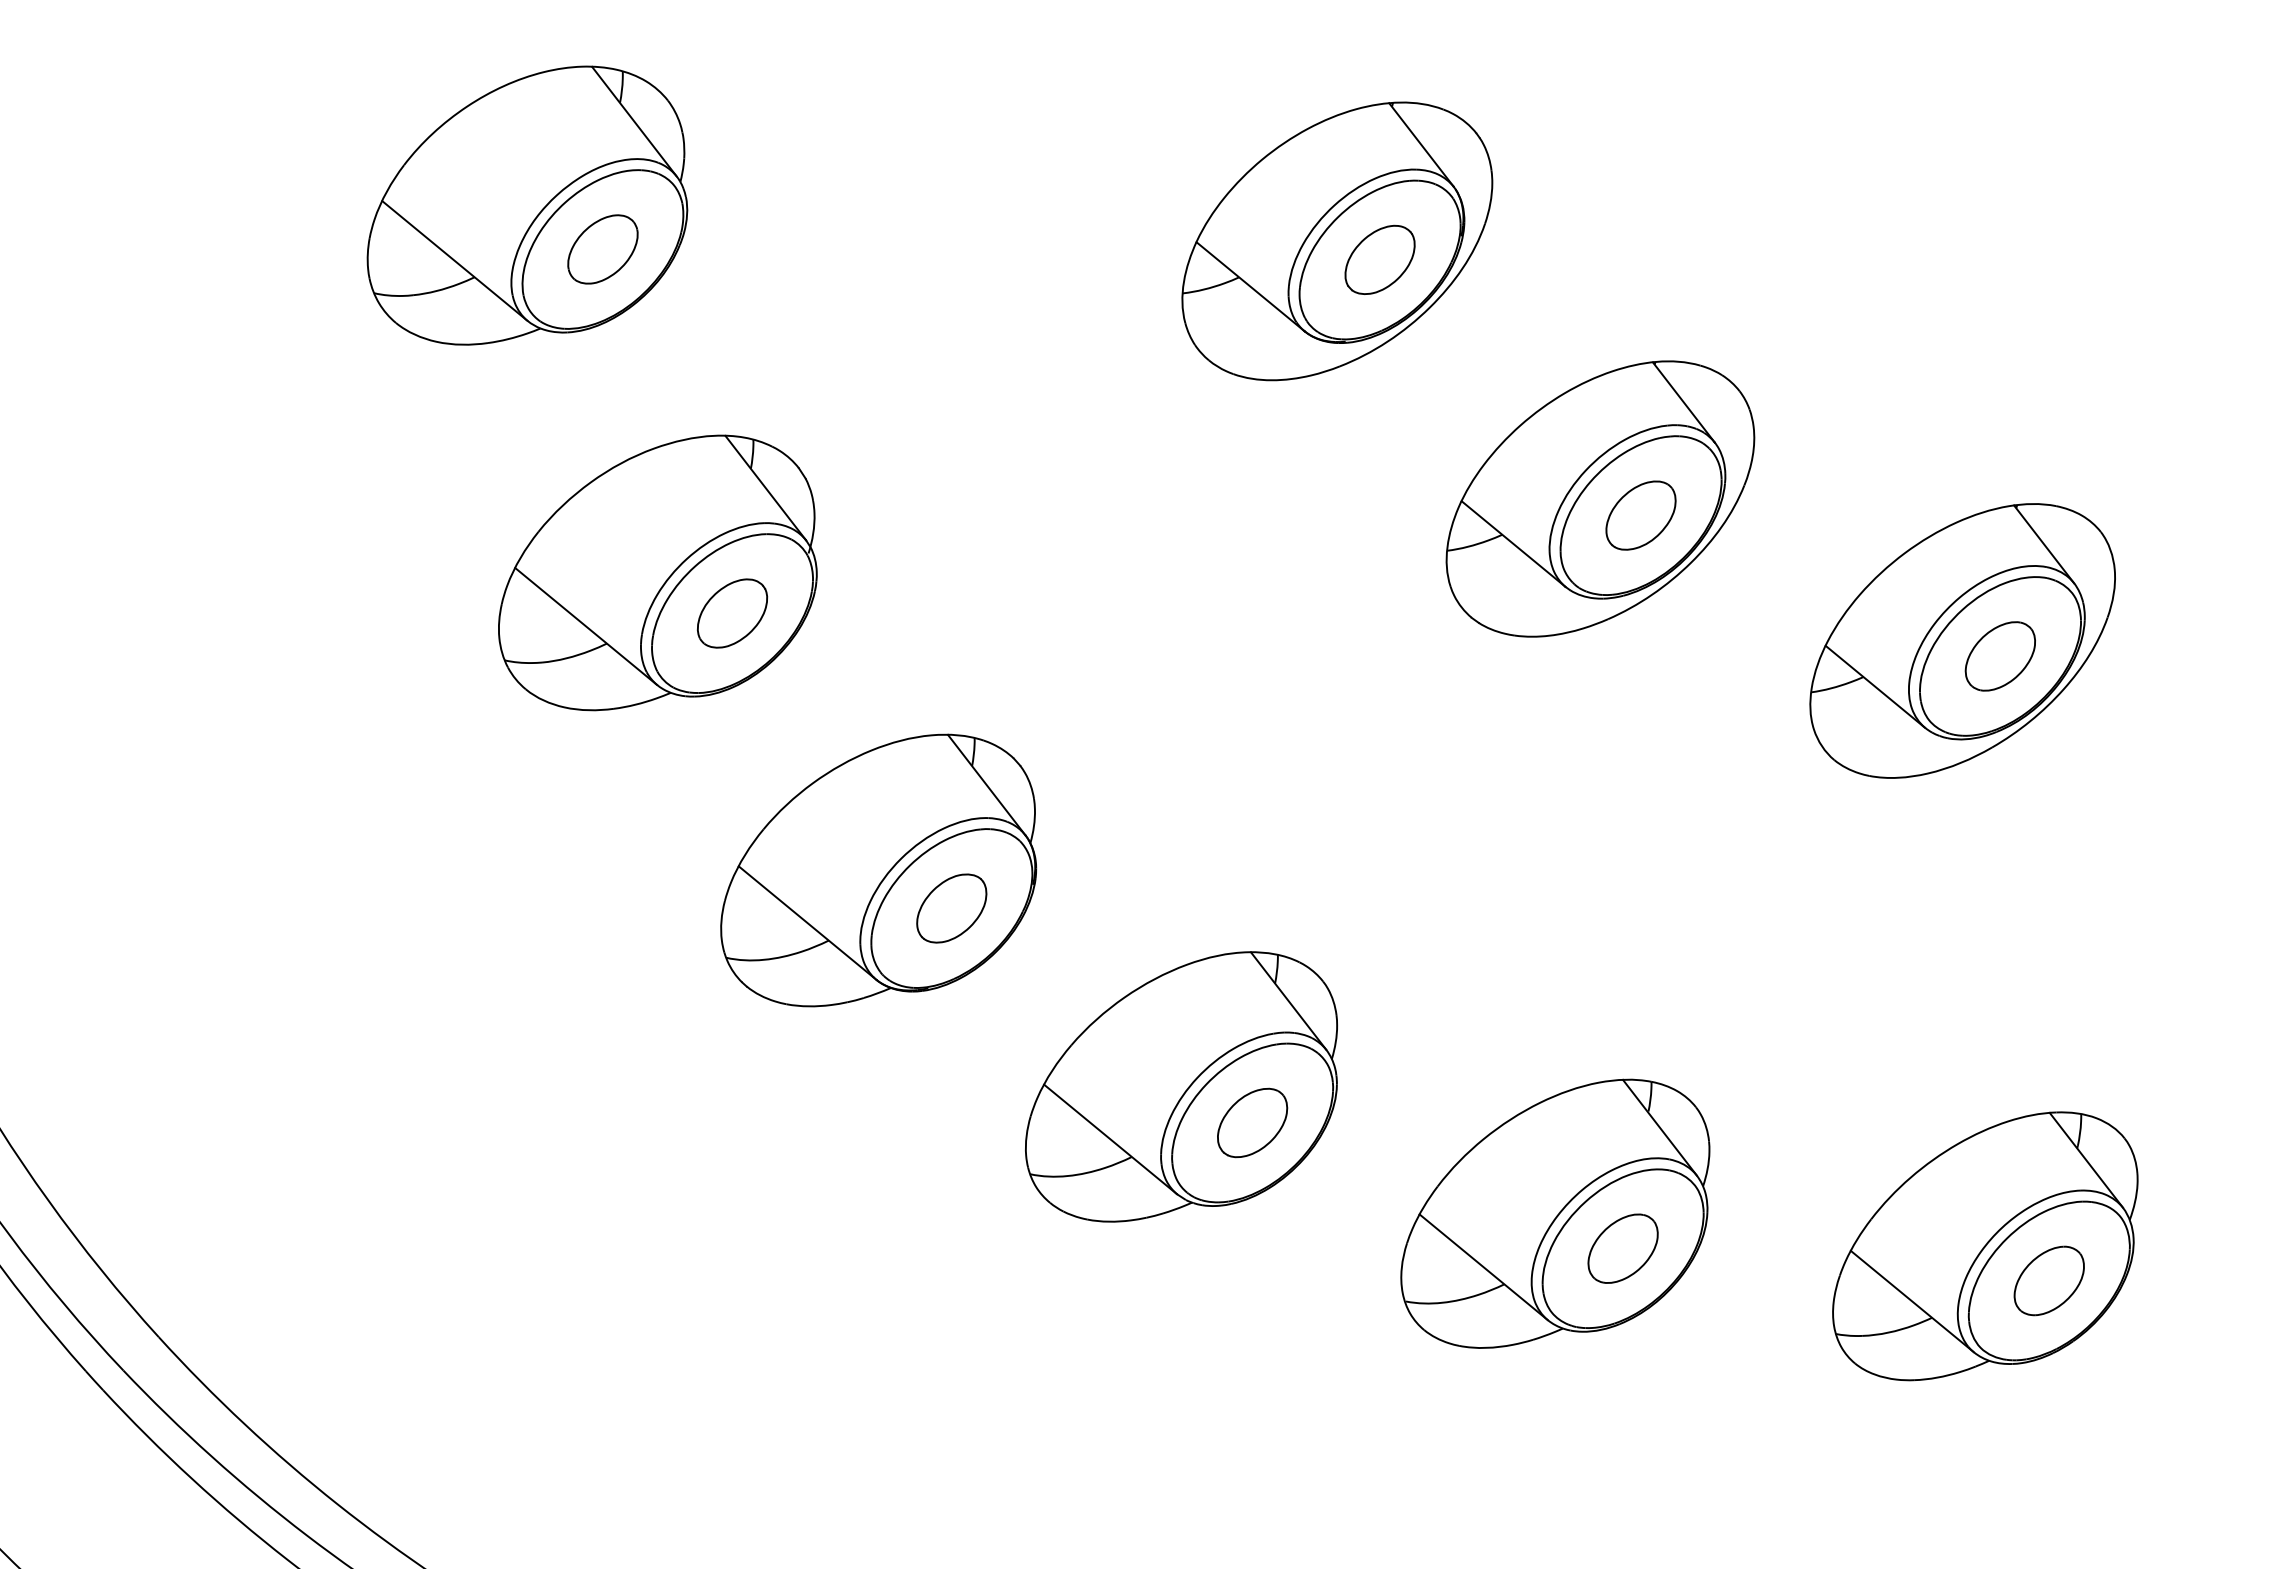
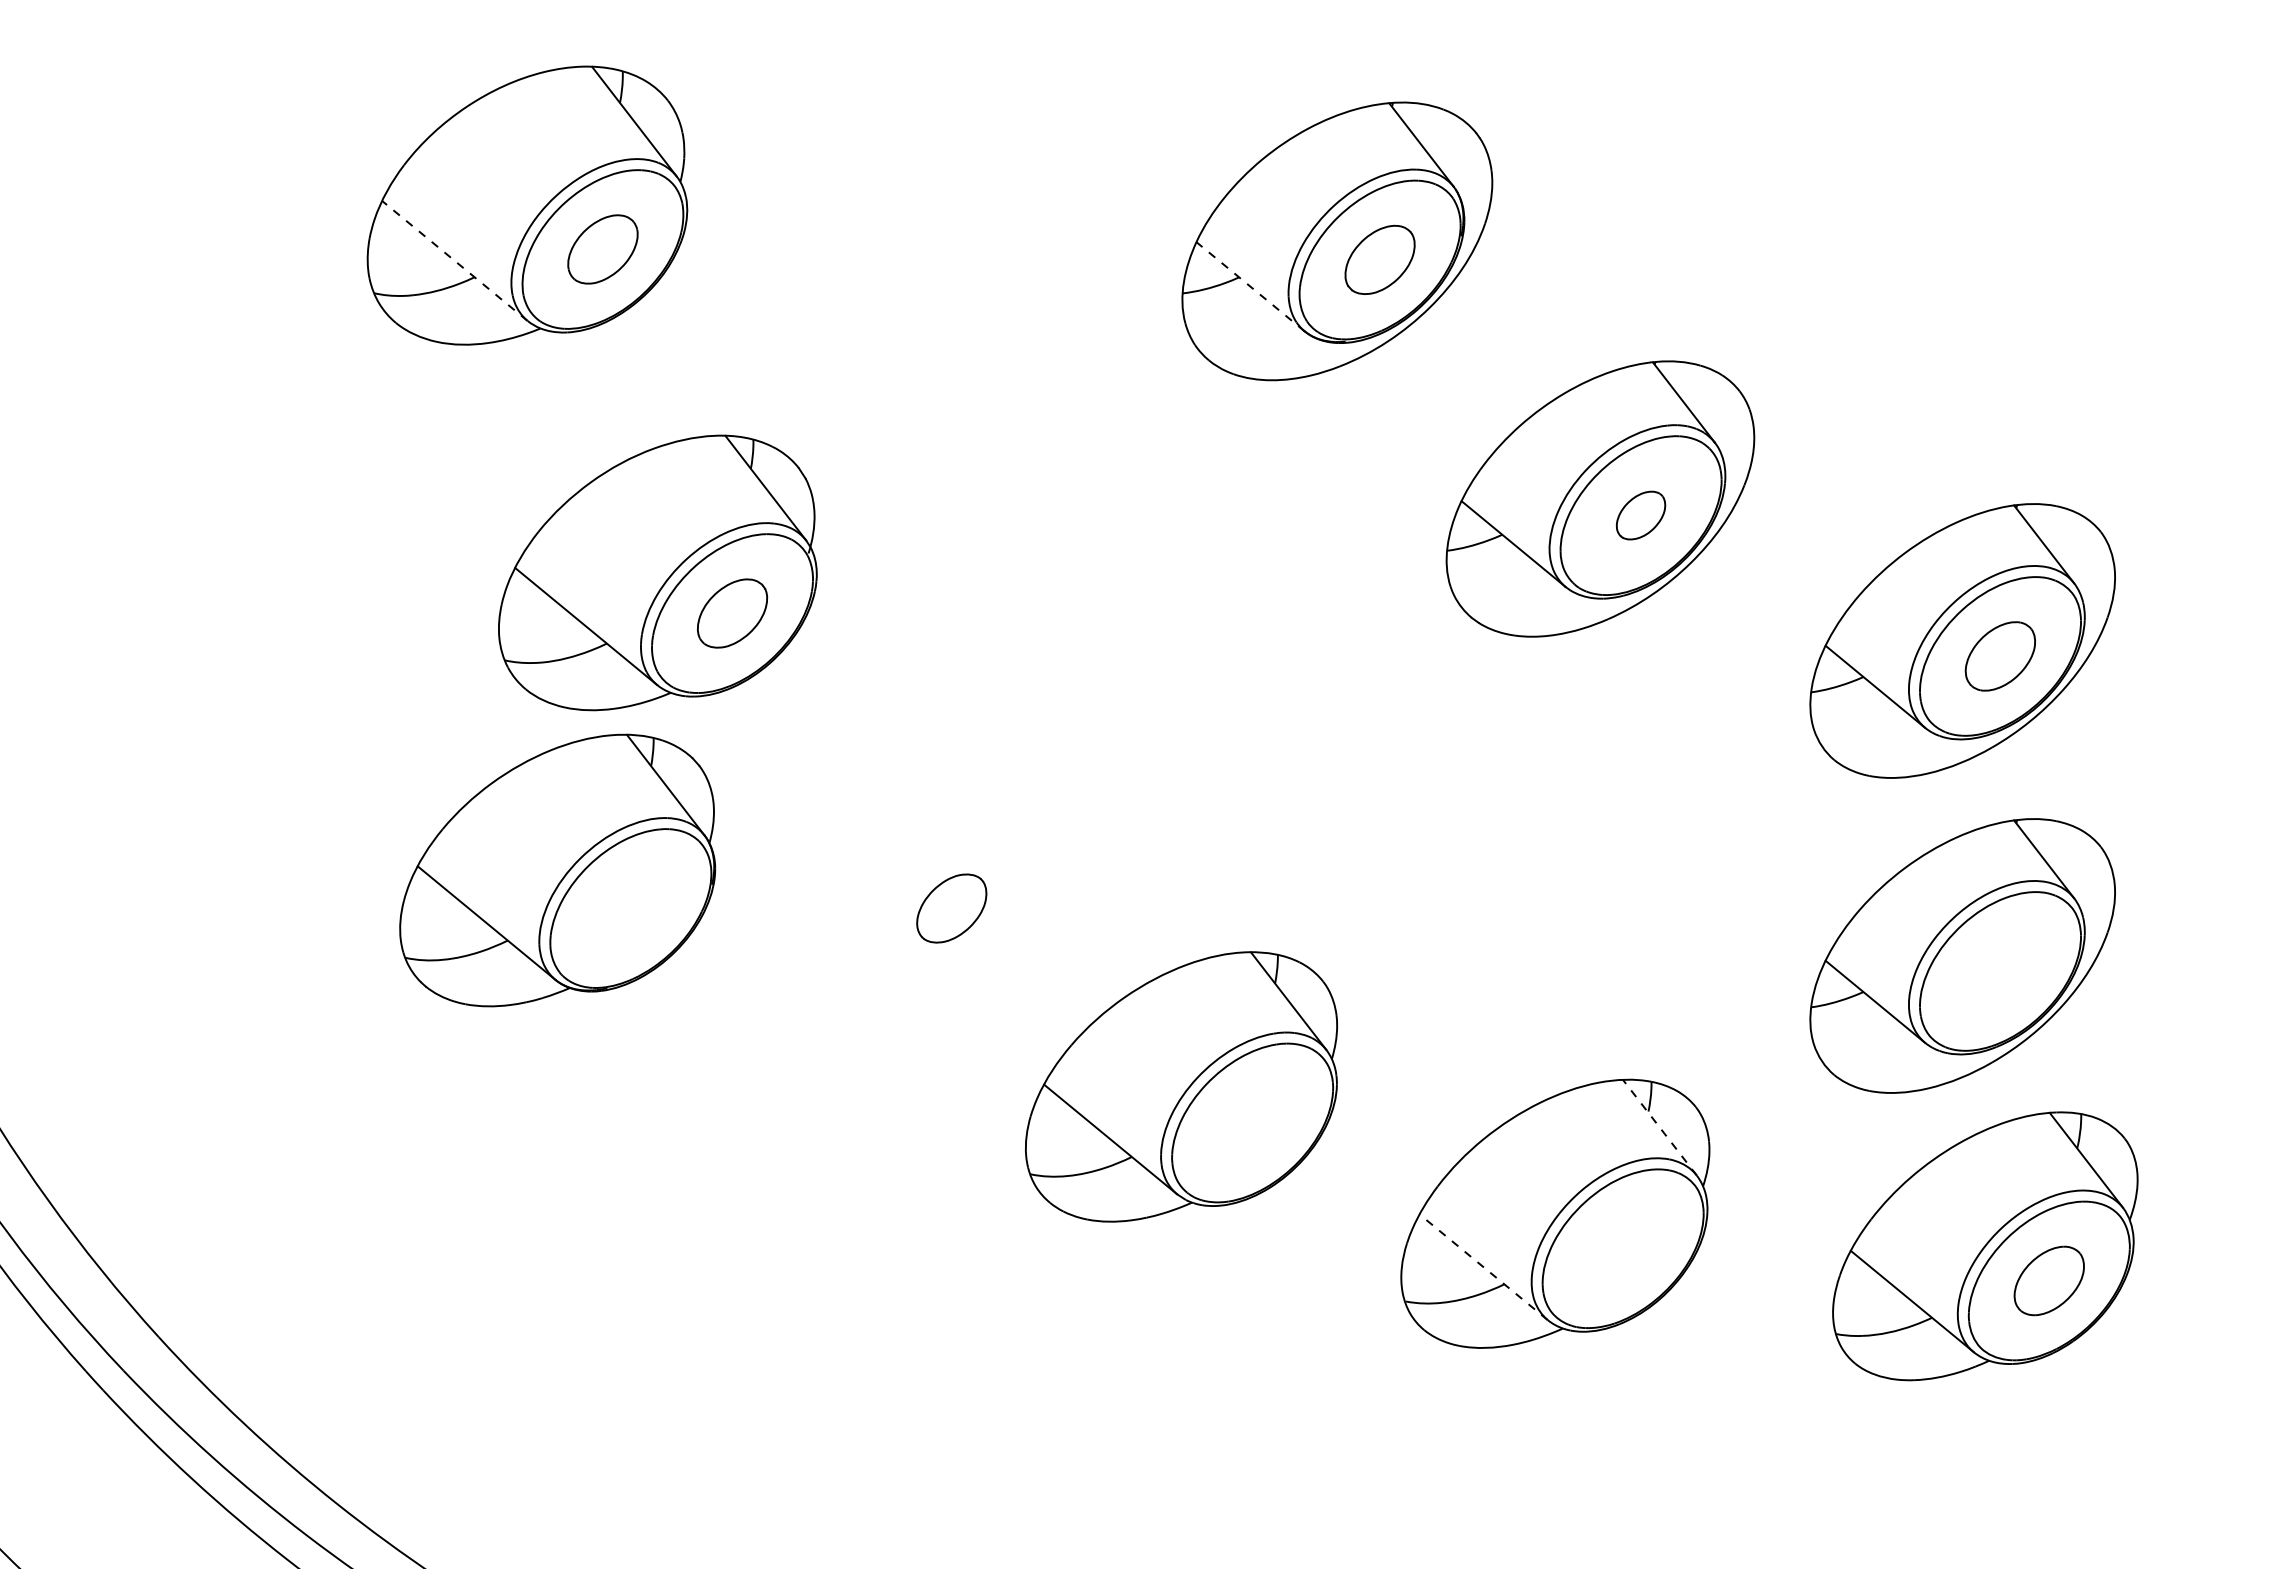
line at (454, 260): solid -> dashed
line at (1250, 286): solid -> dashed
part at (1640, 515) size: 72x71 px -> 52x51 px
part at (878, 870) position: (878, 870) -> (557, 870)
part at (1962, 955): none -> present
part at (1252, 1122): present -> none
line at (1659, 1127): solid -> dashed
part at (1622, 1248): present -> none
line at (1483, 1266): solid -> dashed
